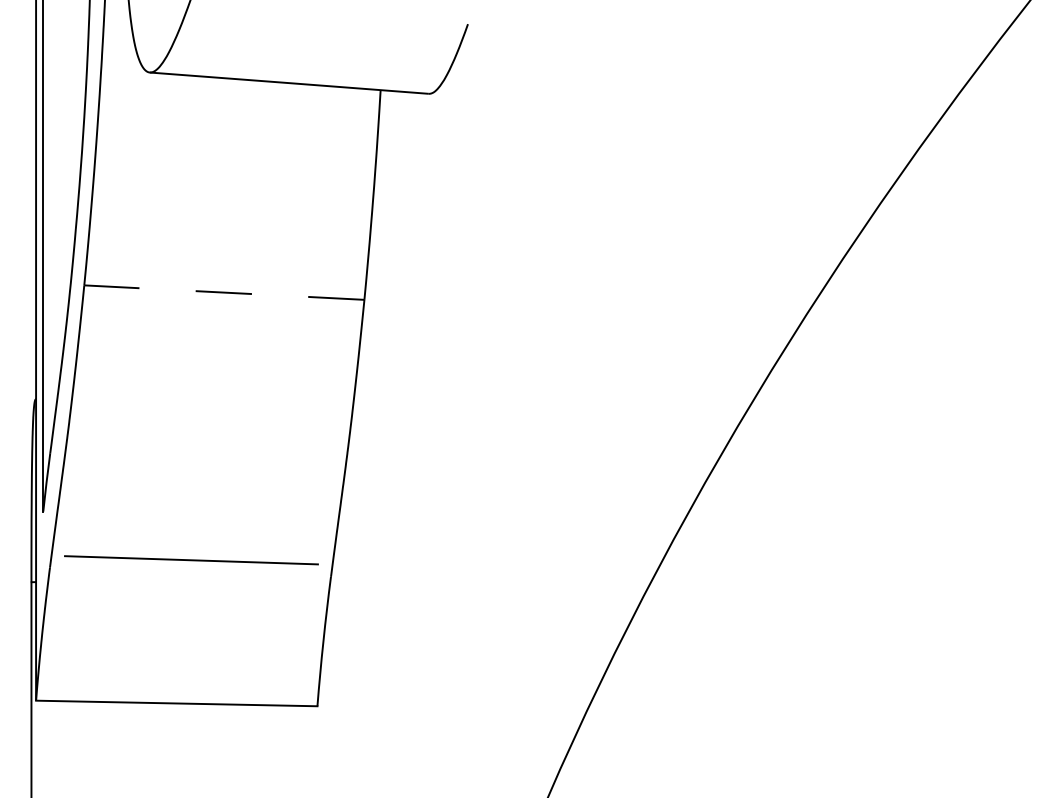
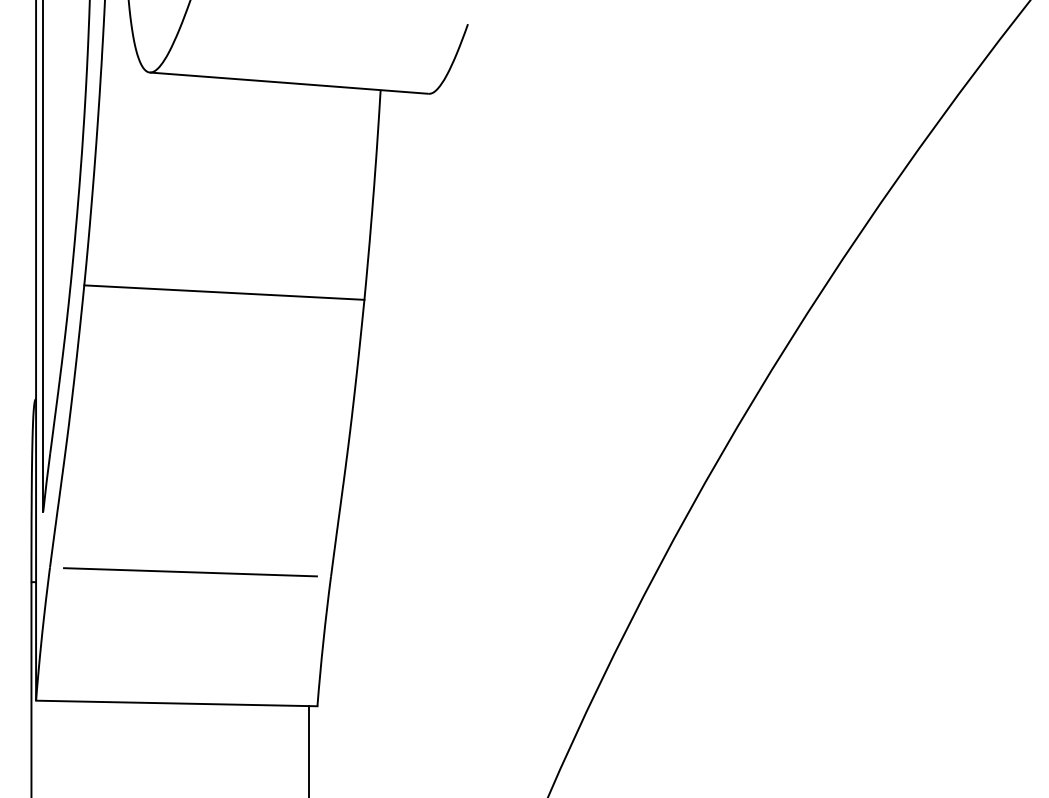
line at (223, 292): dashed -> solid
line at (191, 560) position: (191, 560) -> (190, 572)
line at (309, 750): none -> present
